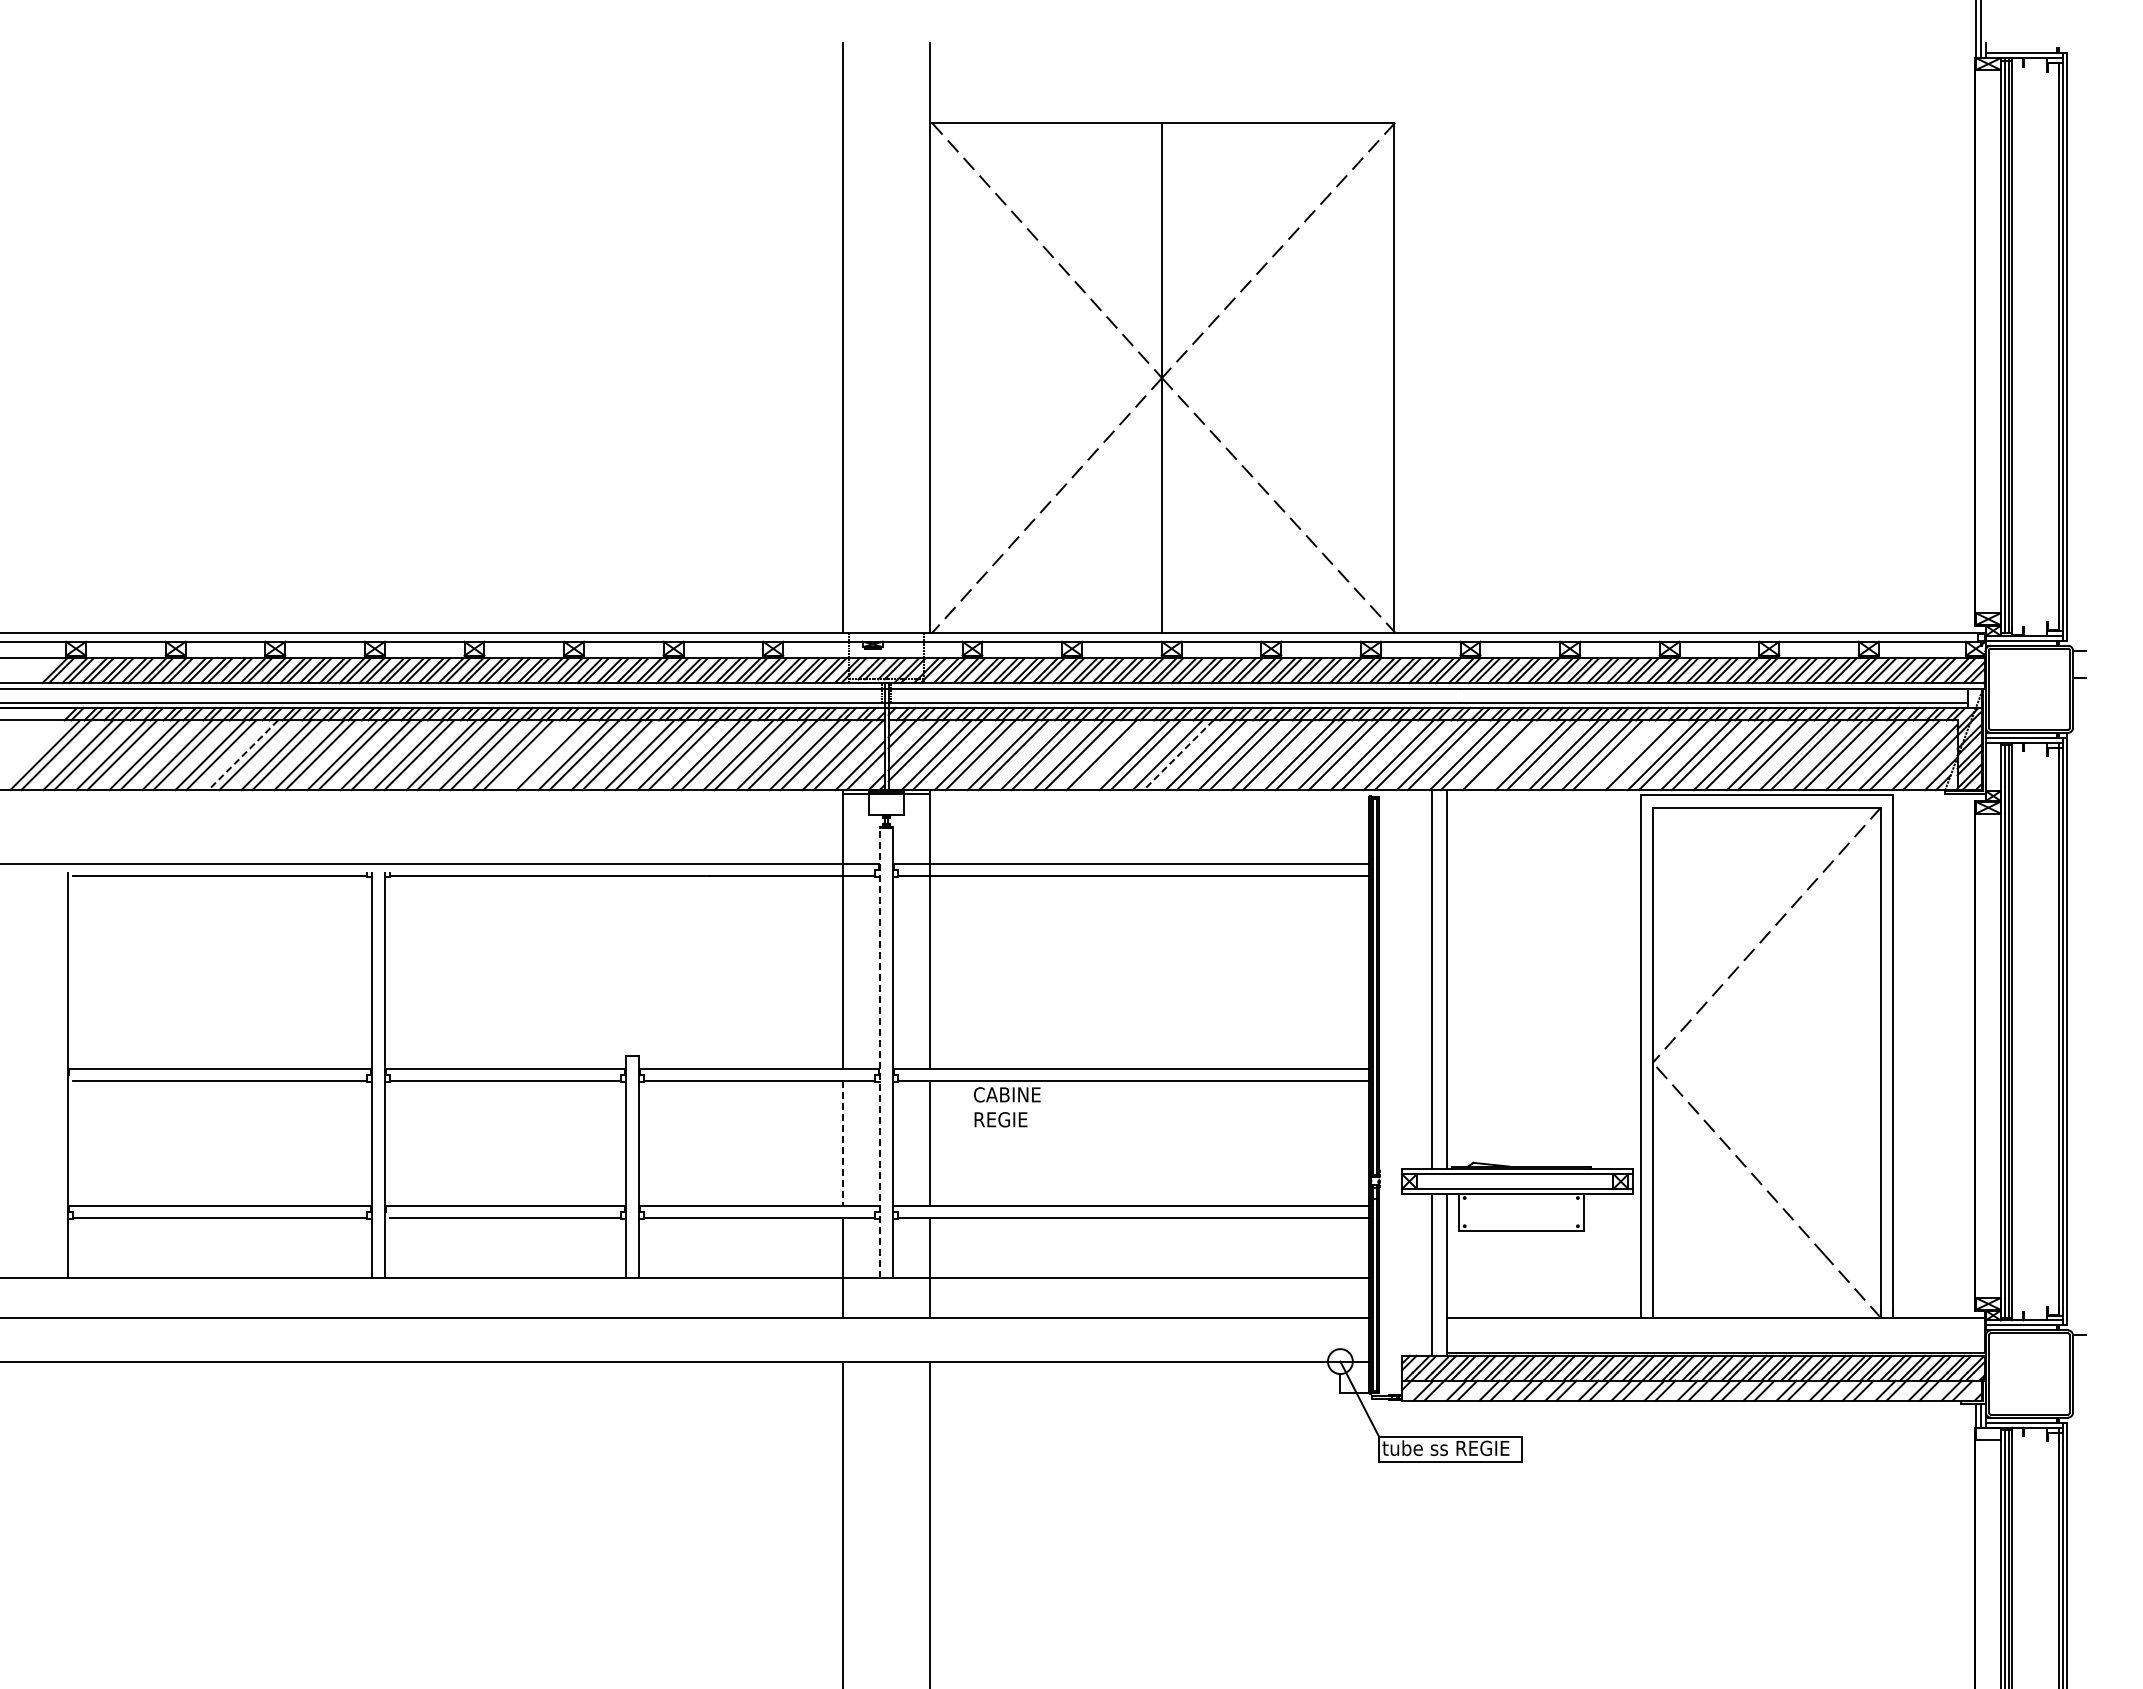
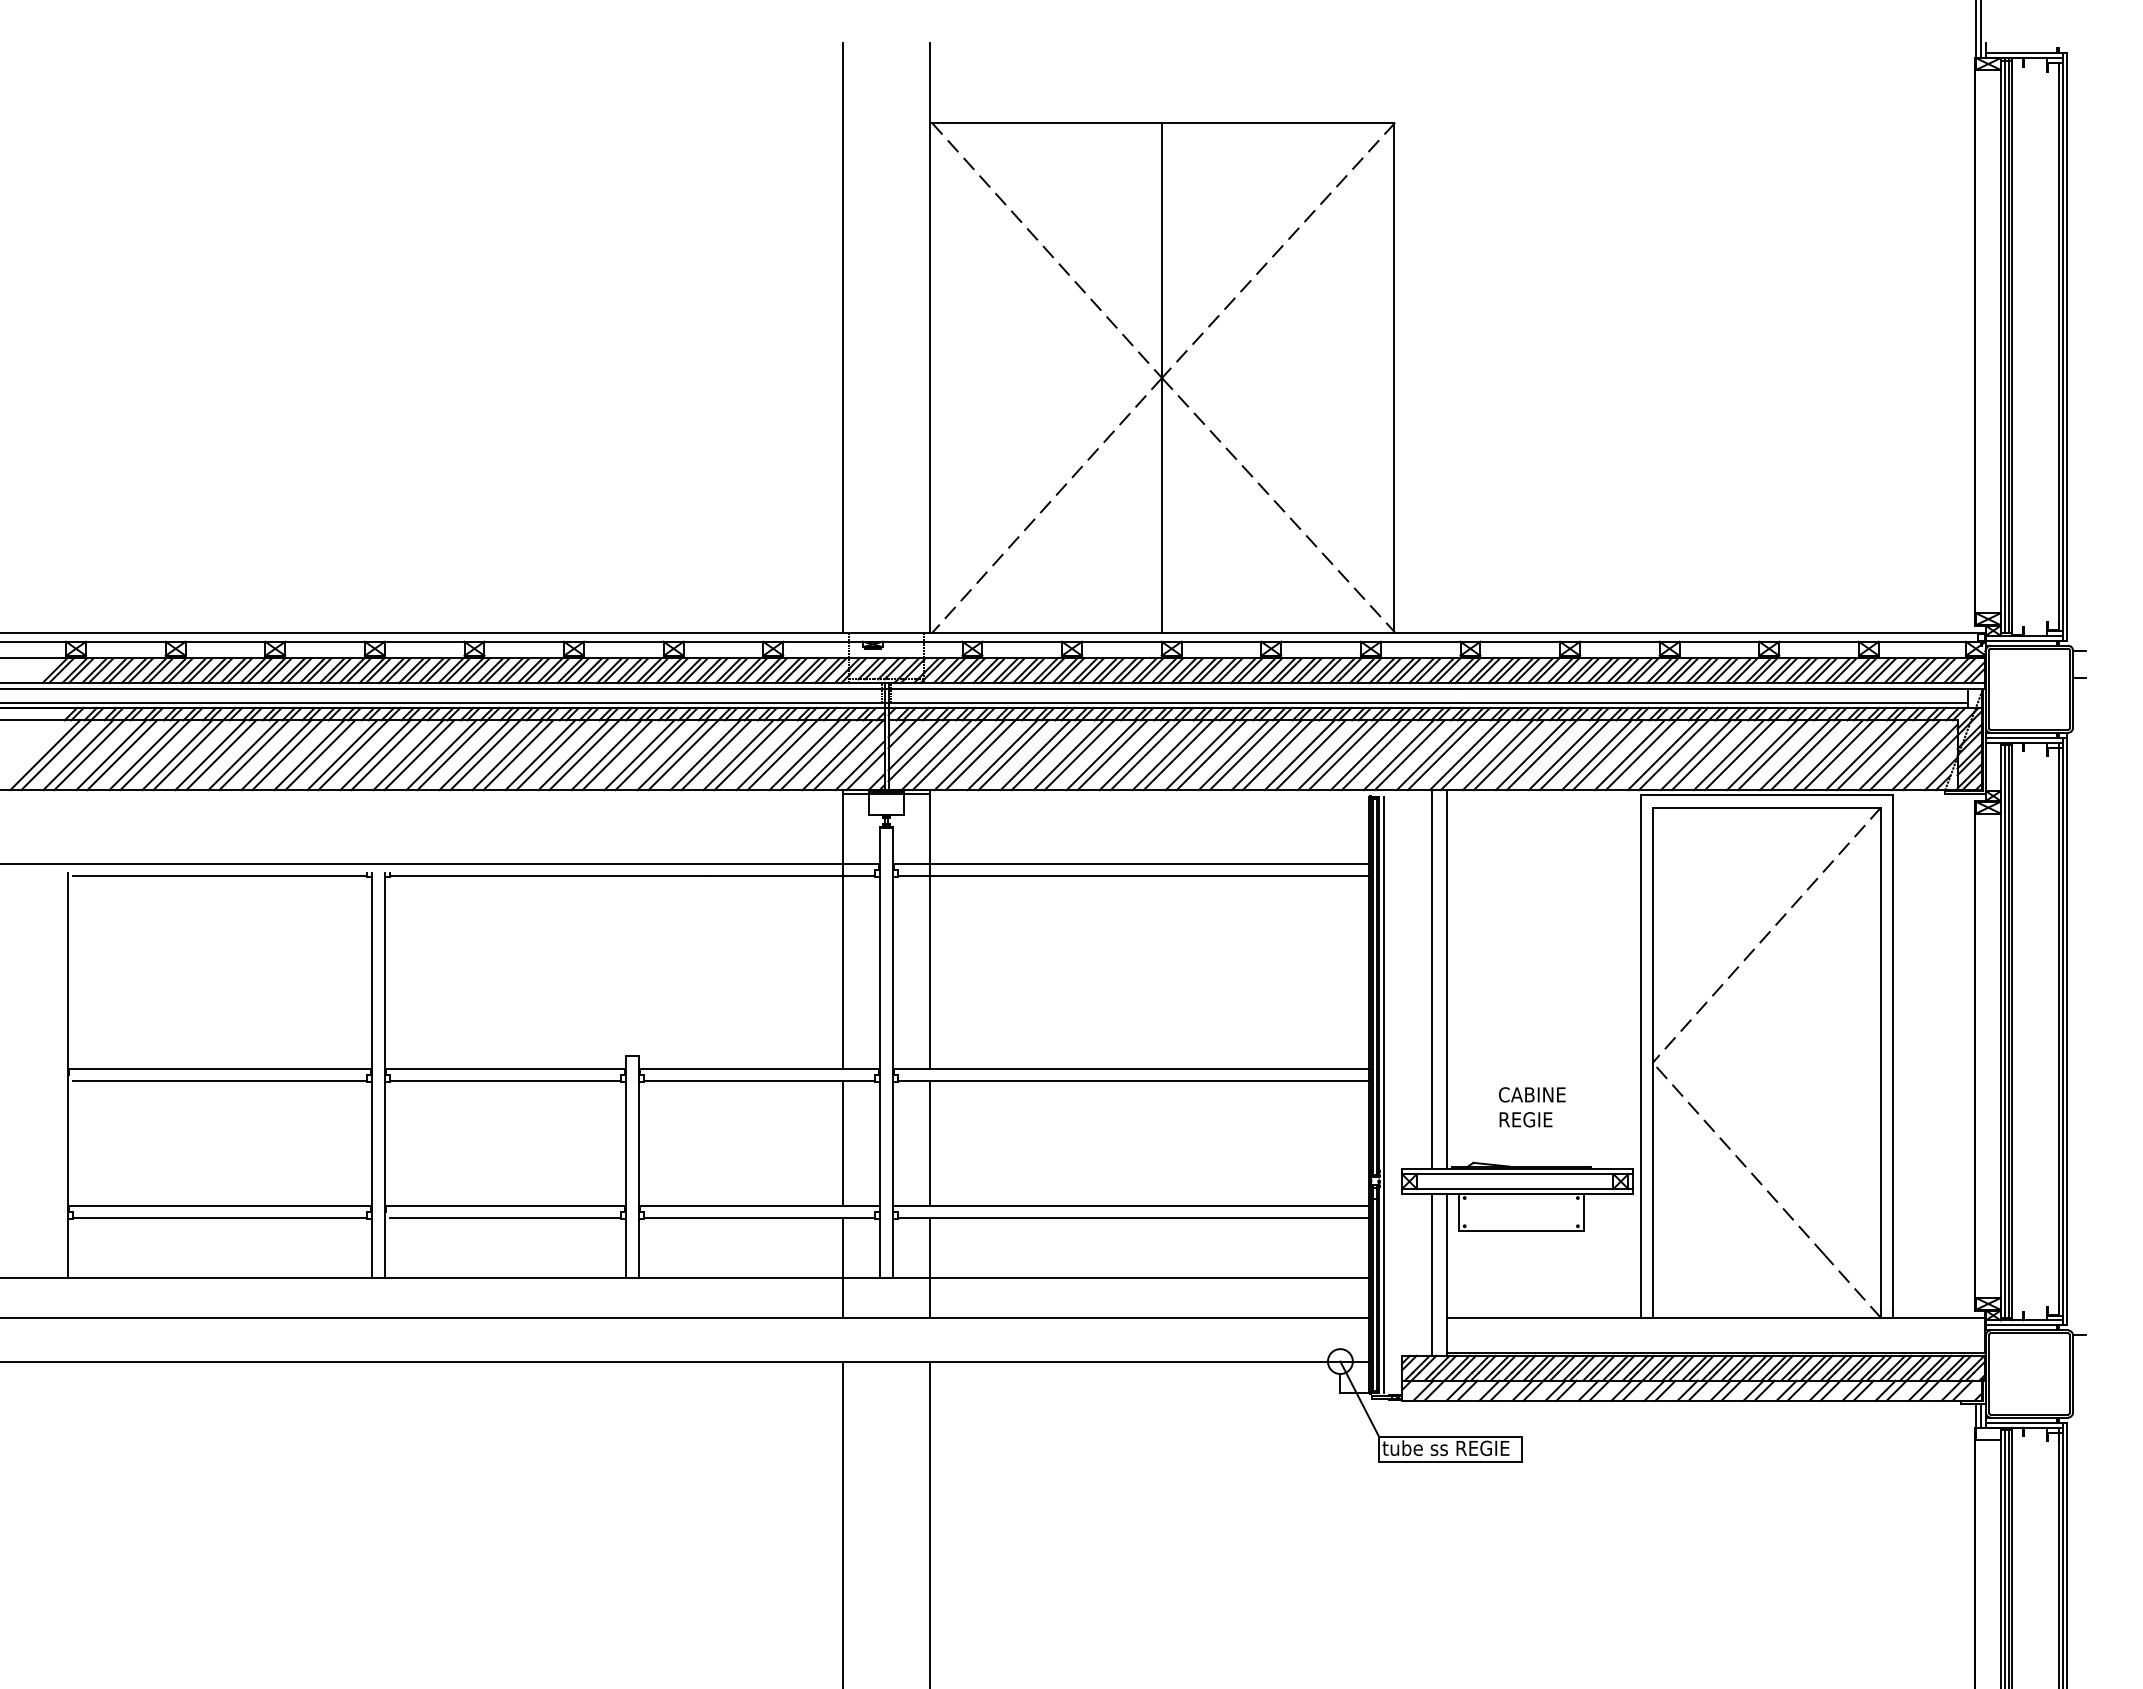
line at (242, 755): dashed -> solid
line at (540, 755): none -> present
line at (1112, 755): none -> present
line at (1178, 755): dashed -> solid
line at (1508, 755): none -> present
line at (1629, 755): none -> present
line at (879, 1053): dashed -> solid
line at (1384, 1094): none -> present
text at (1007, 1107) position: (1007, 1107) -> (1532, 1107)
line at (843, 1144): dashed -> solid
